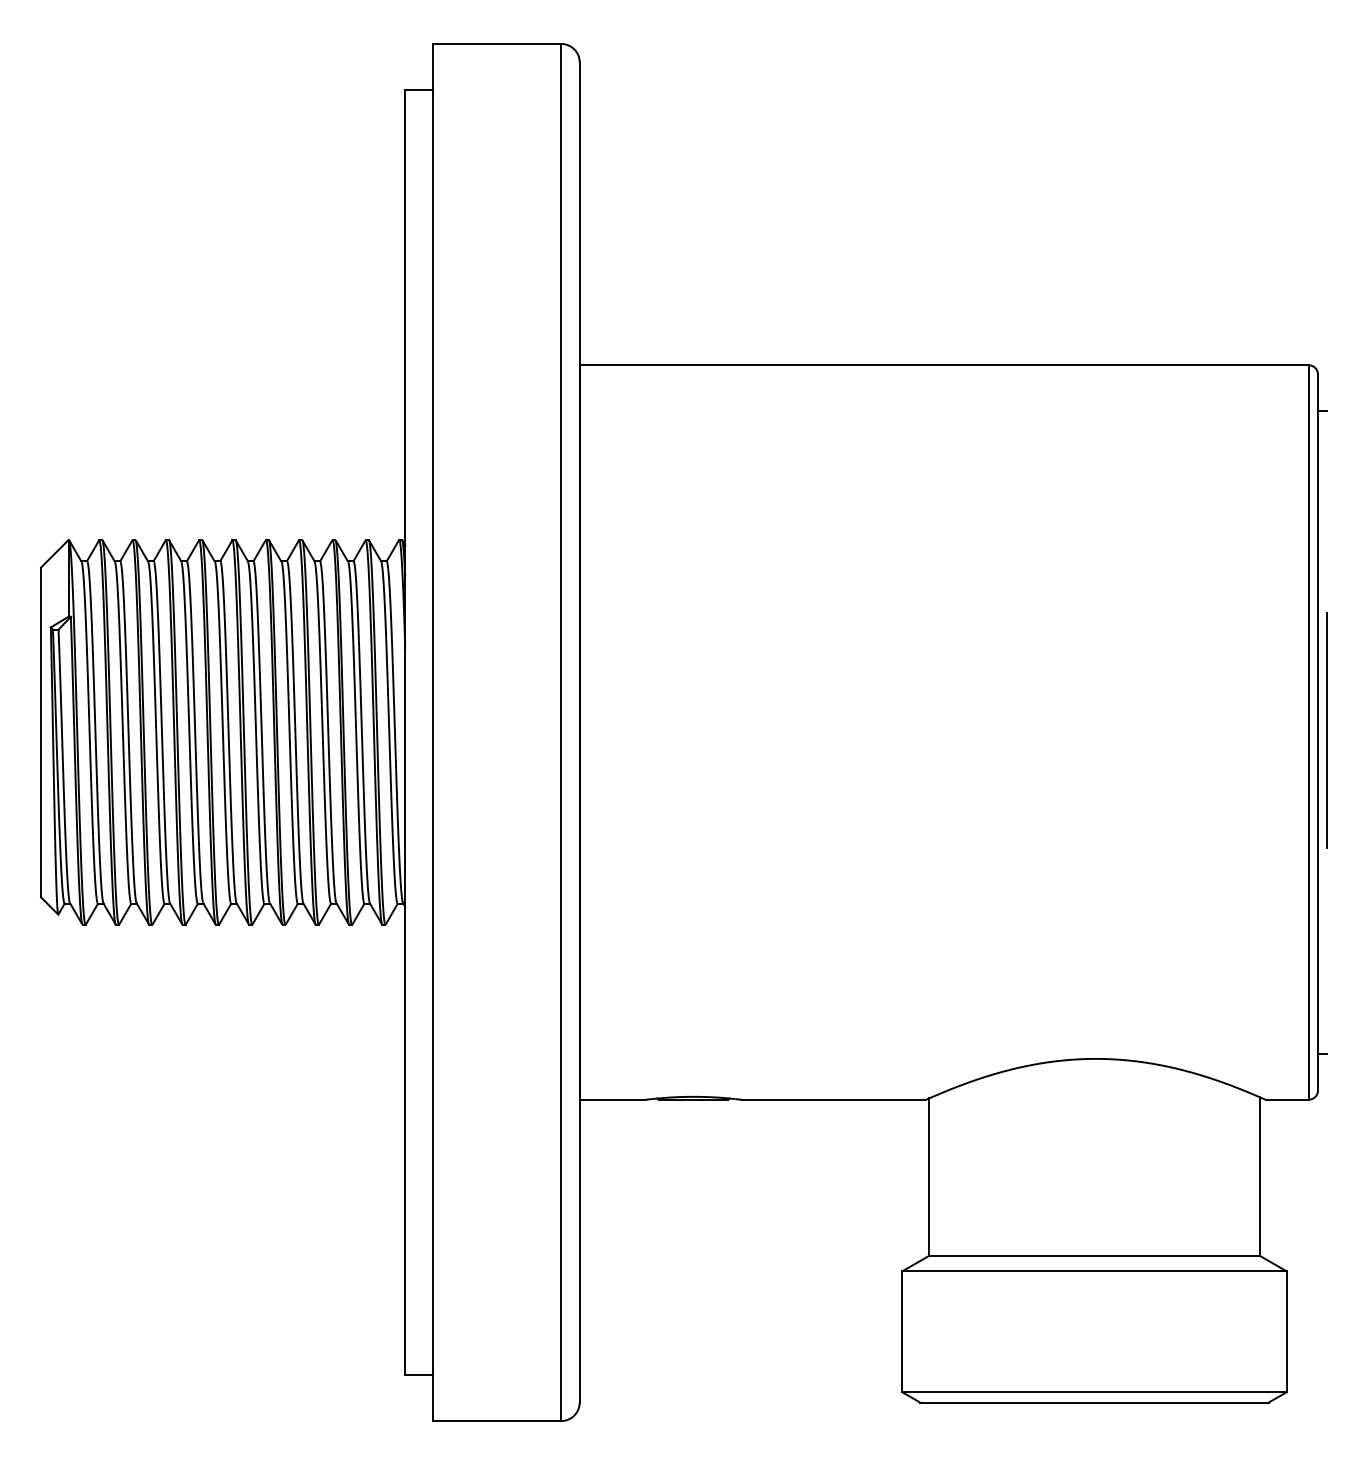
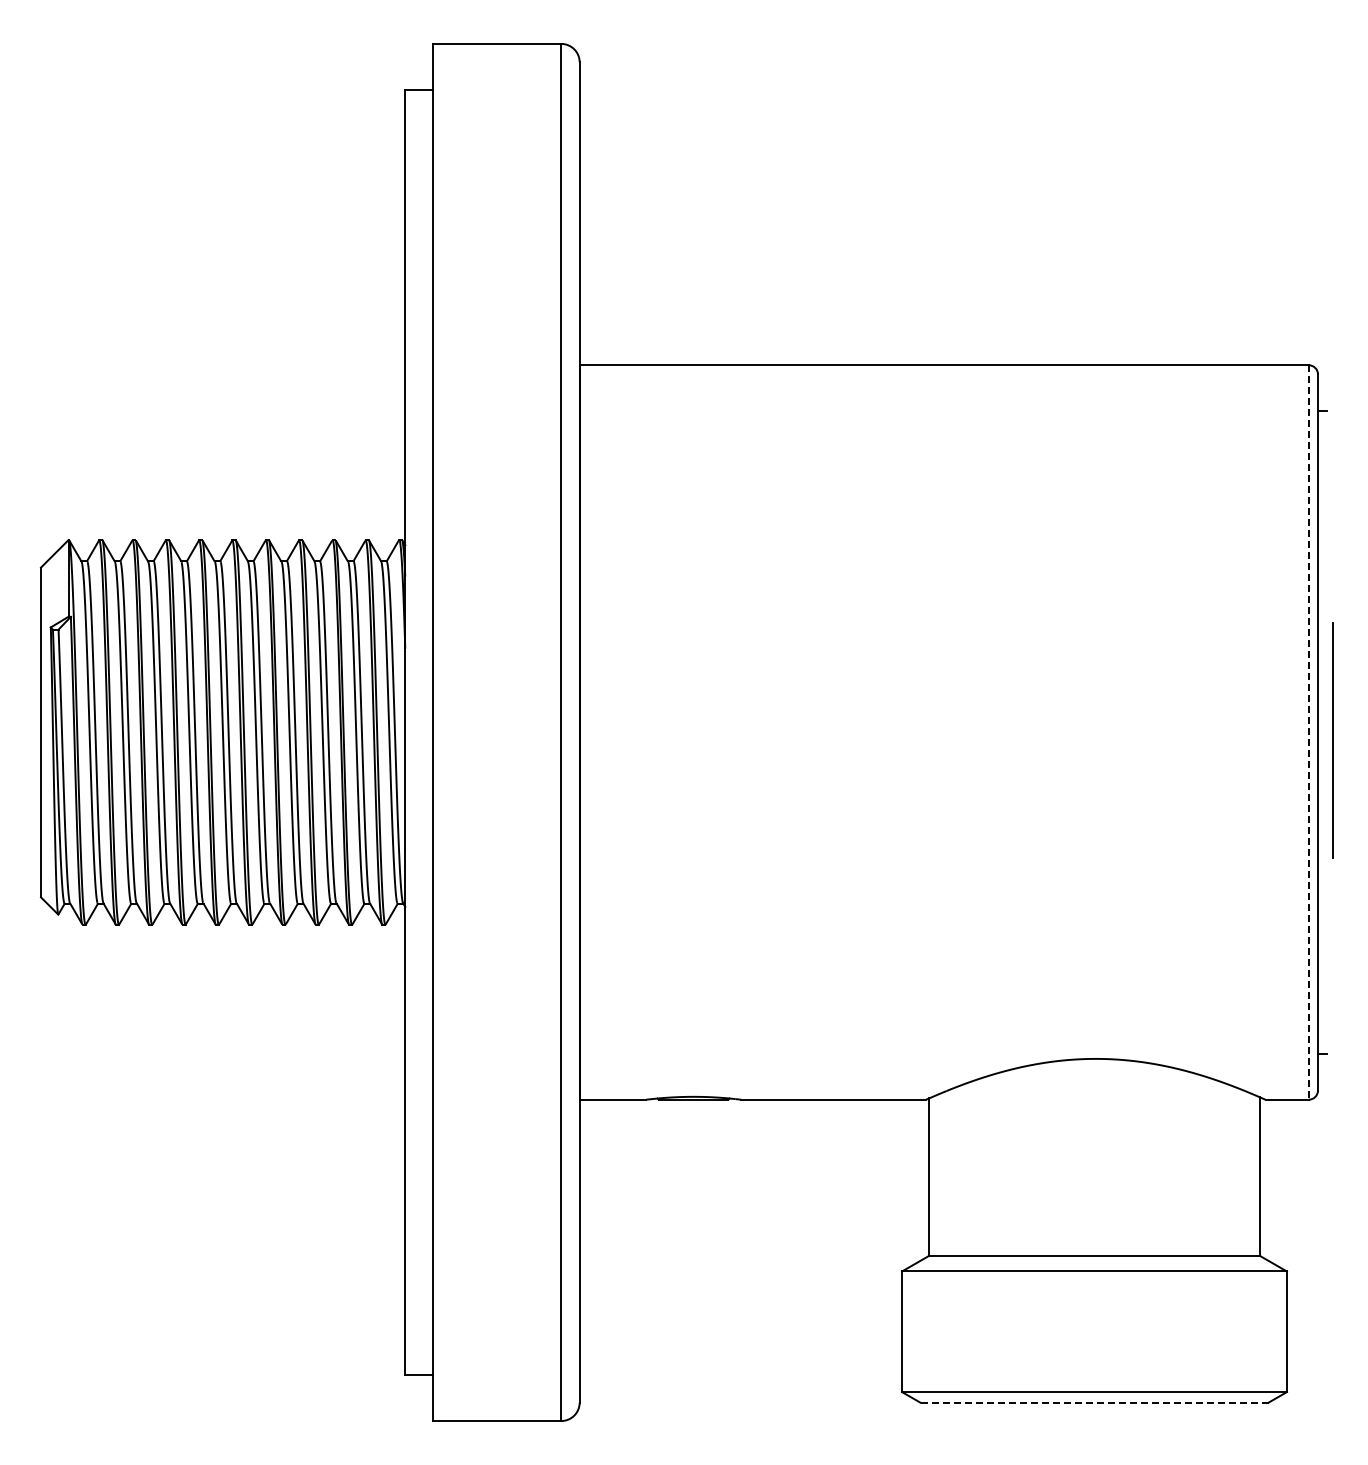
line at (1326, 730) position: (1326, 730) -> (1332, 740)
line at (1308, 732): solid -> dashed
line at (1094, 1402): solid -> dashed
